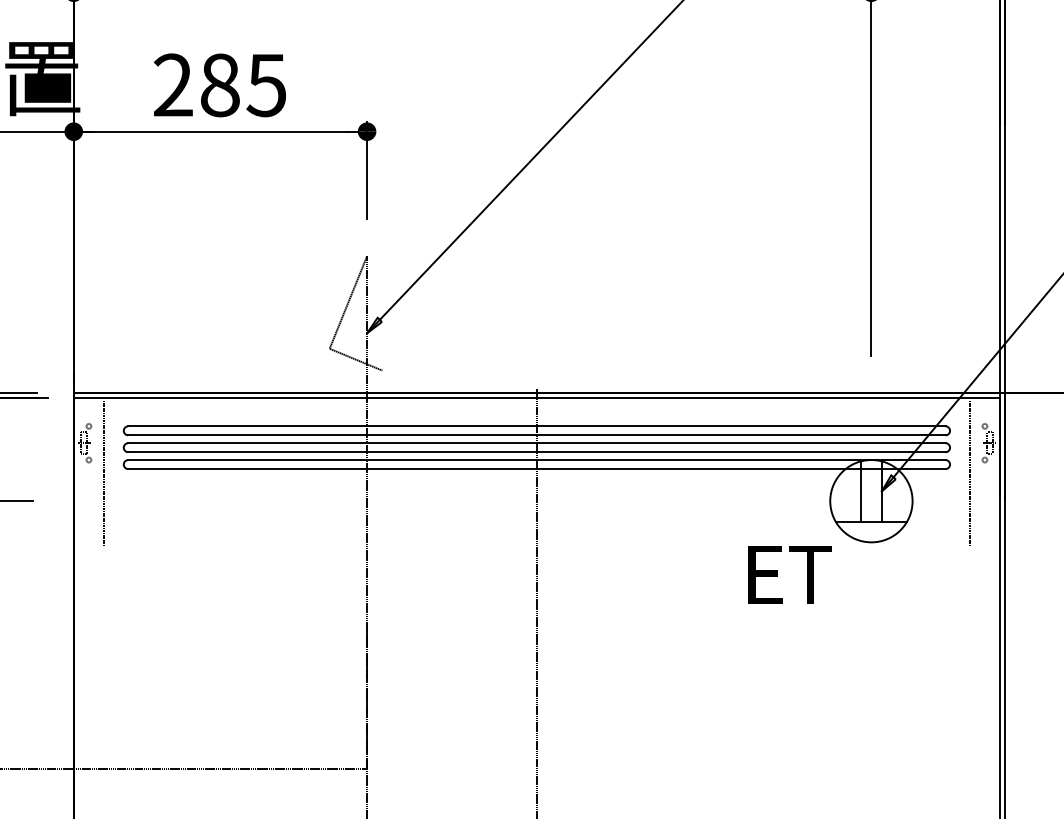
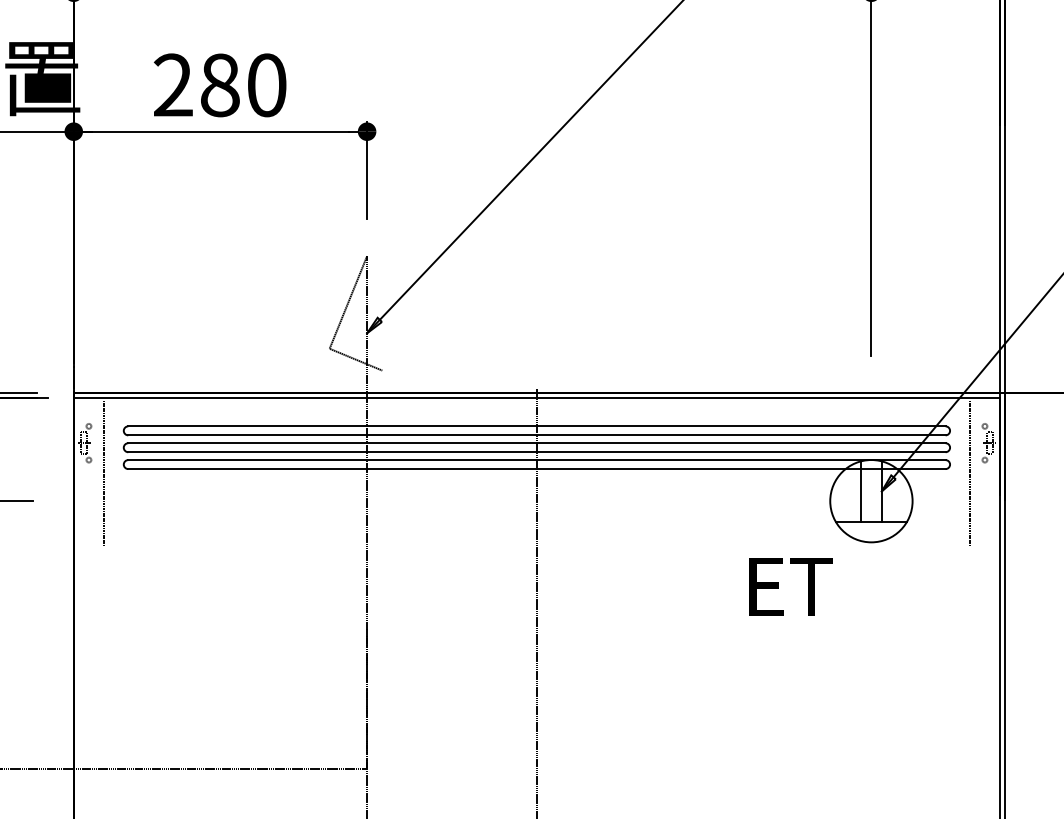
text at (266, 85): 285 -> 280
text at (789, 574) position: (789, 574) -> (790, 586)
